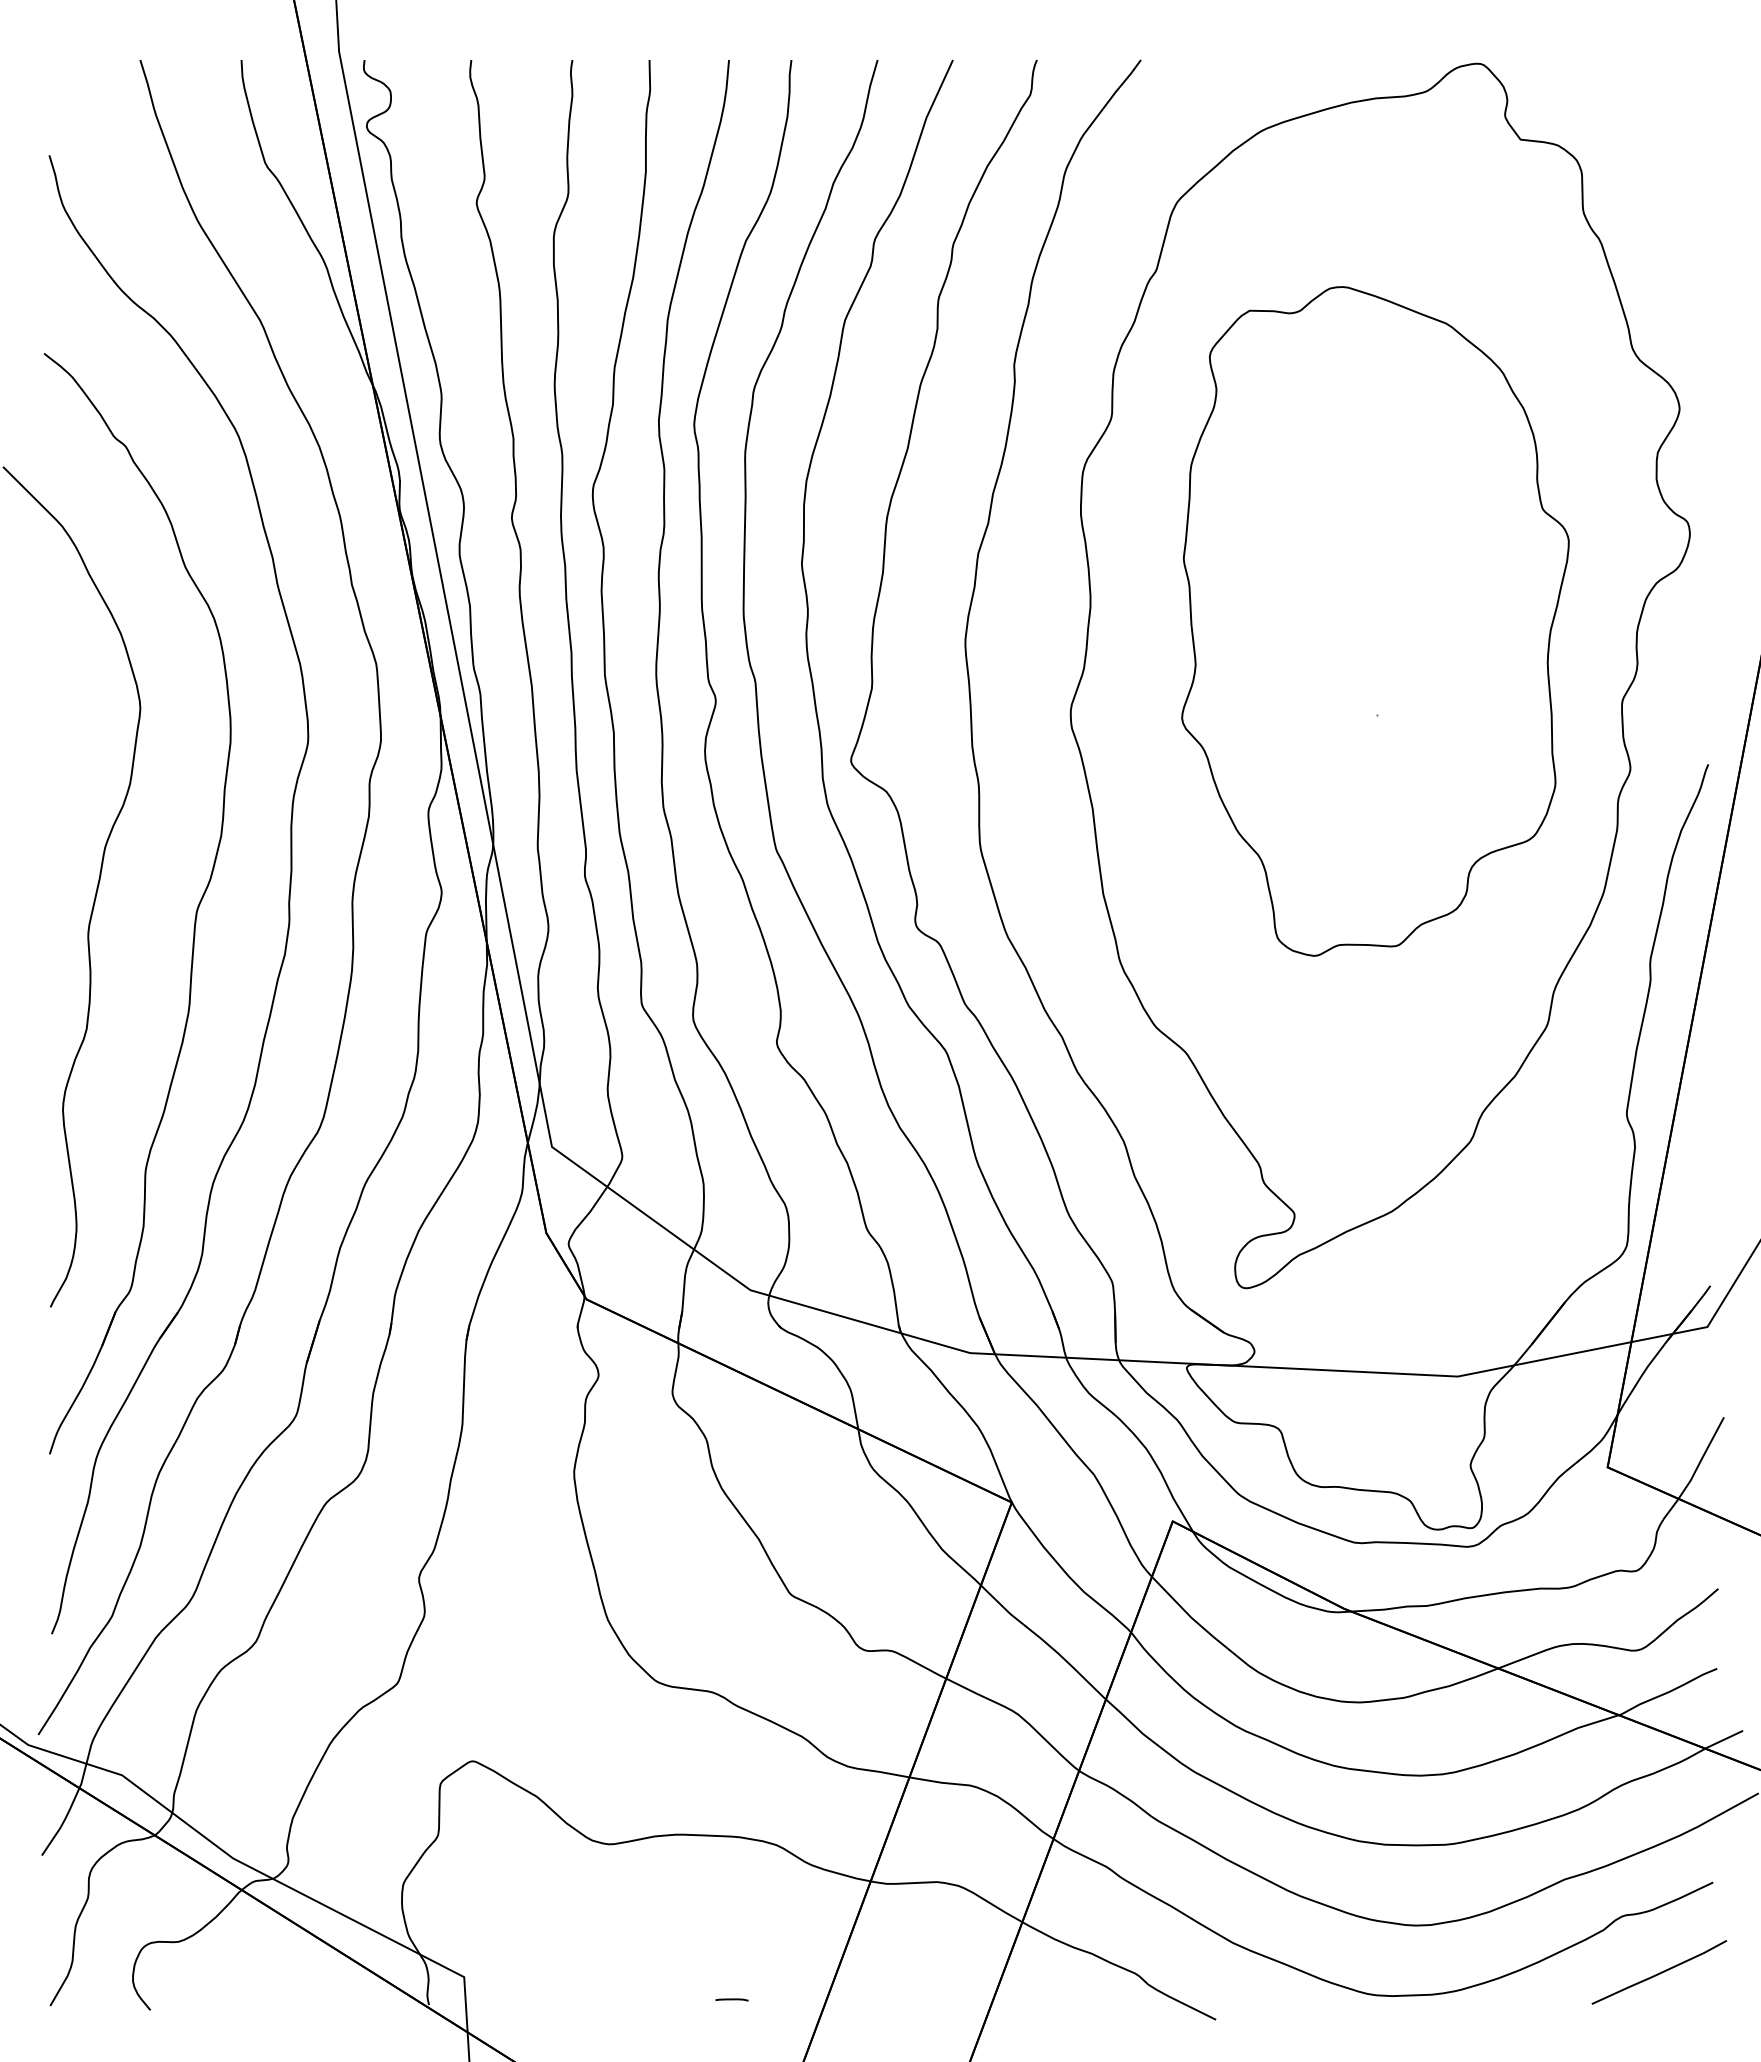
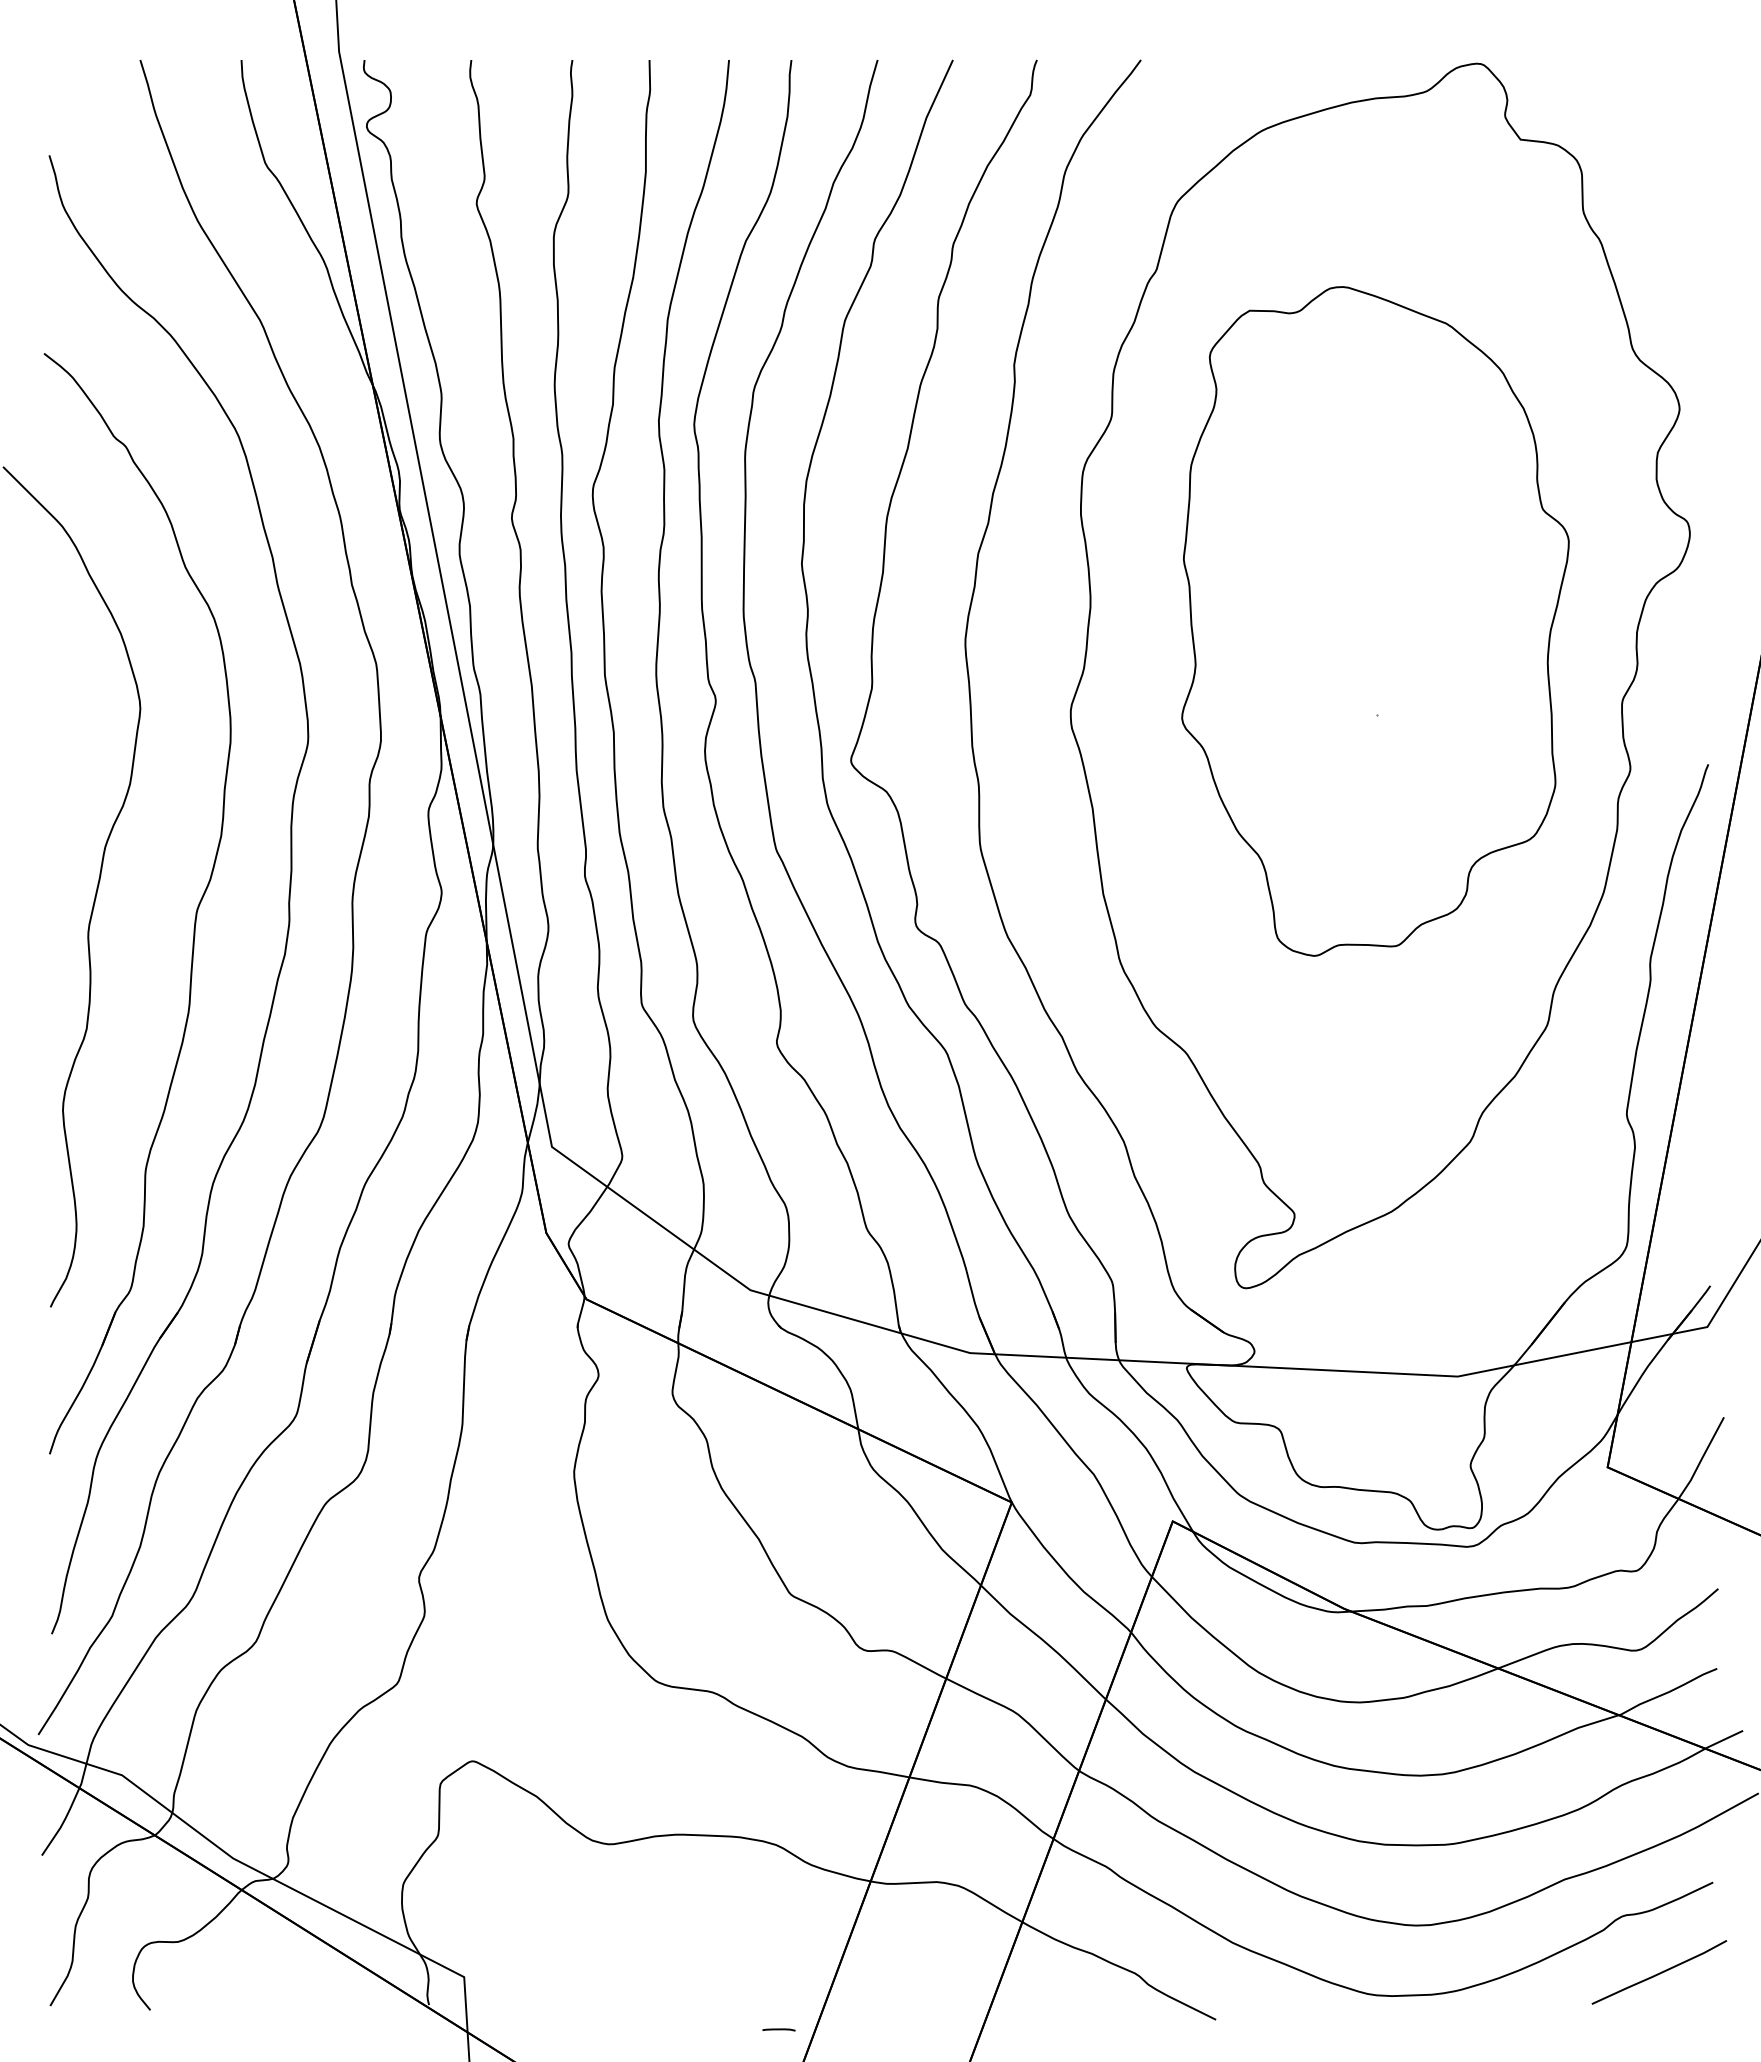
line at (731, 1999) position: (731, 1999) -> (778, 2029)
